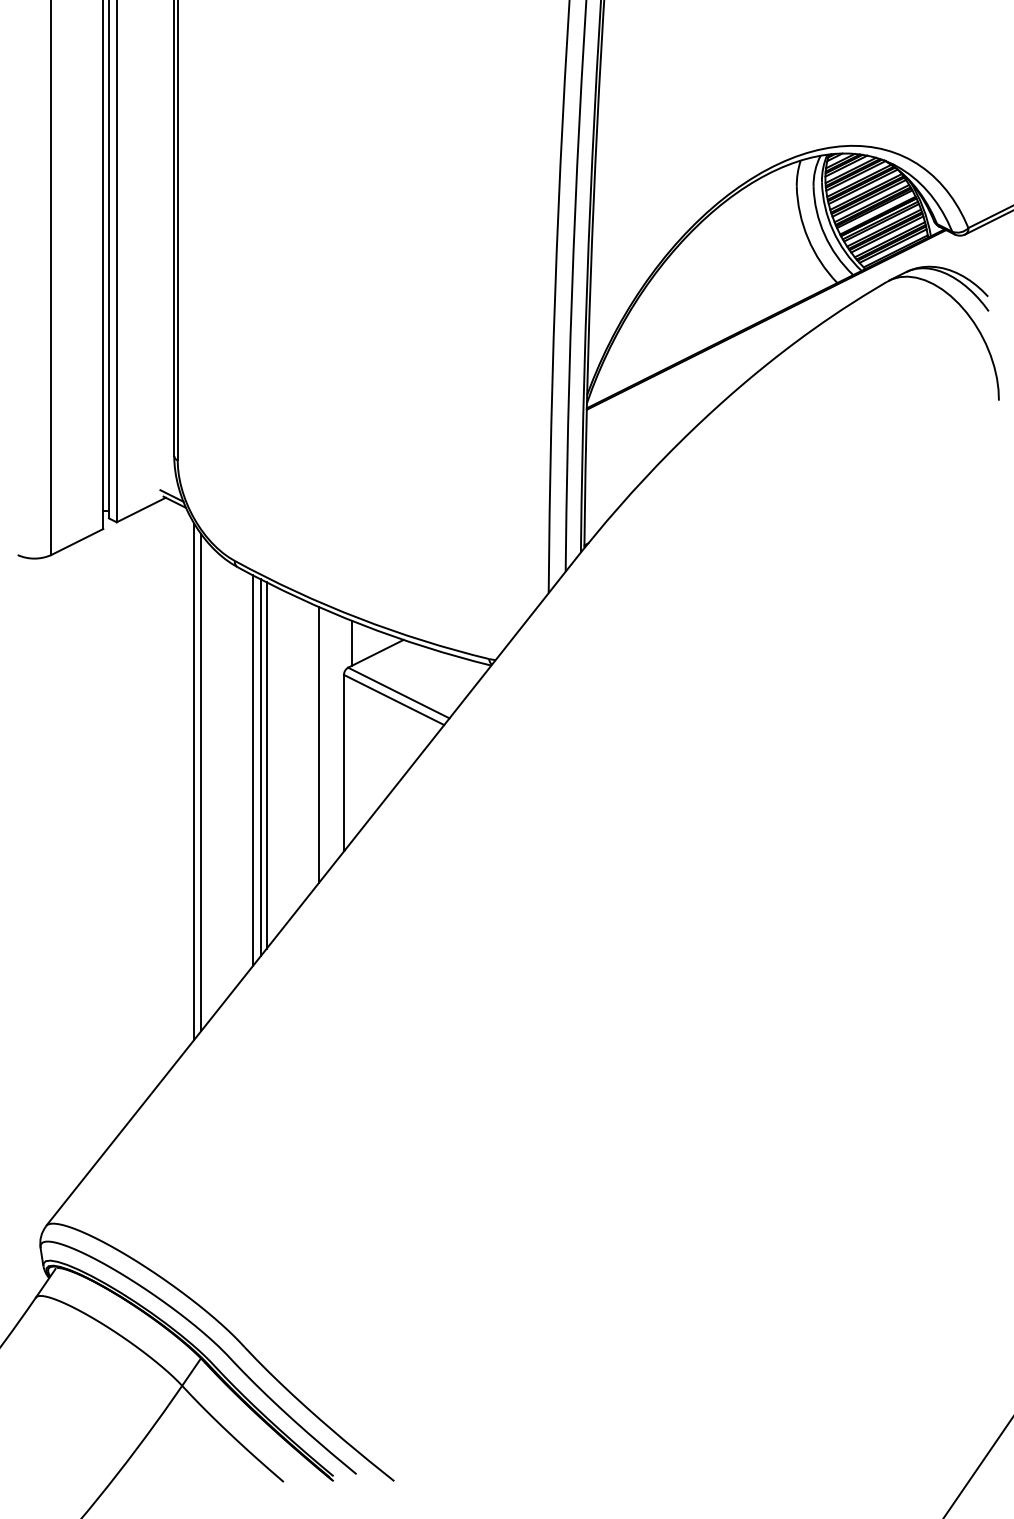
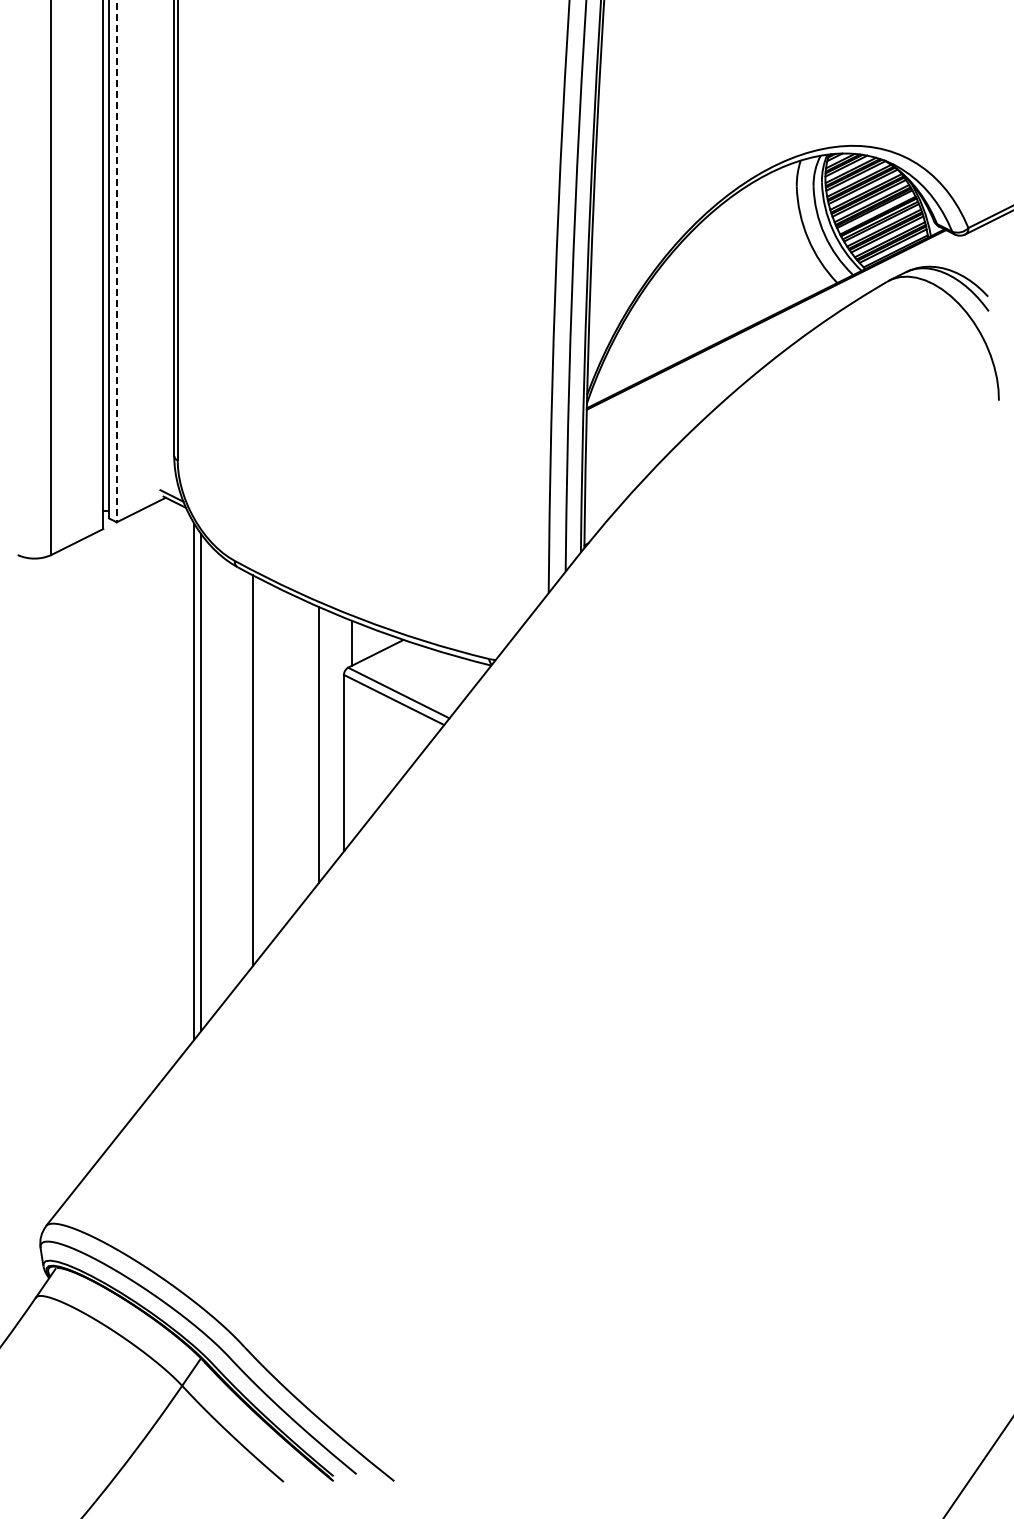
line at (116, 261): solid -> dashed
line at (266, 765): present -> none
line at (261, 767): present -> none
